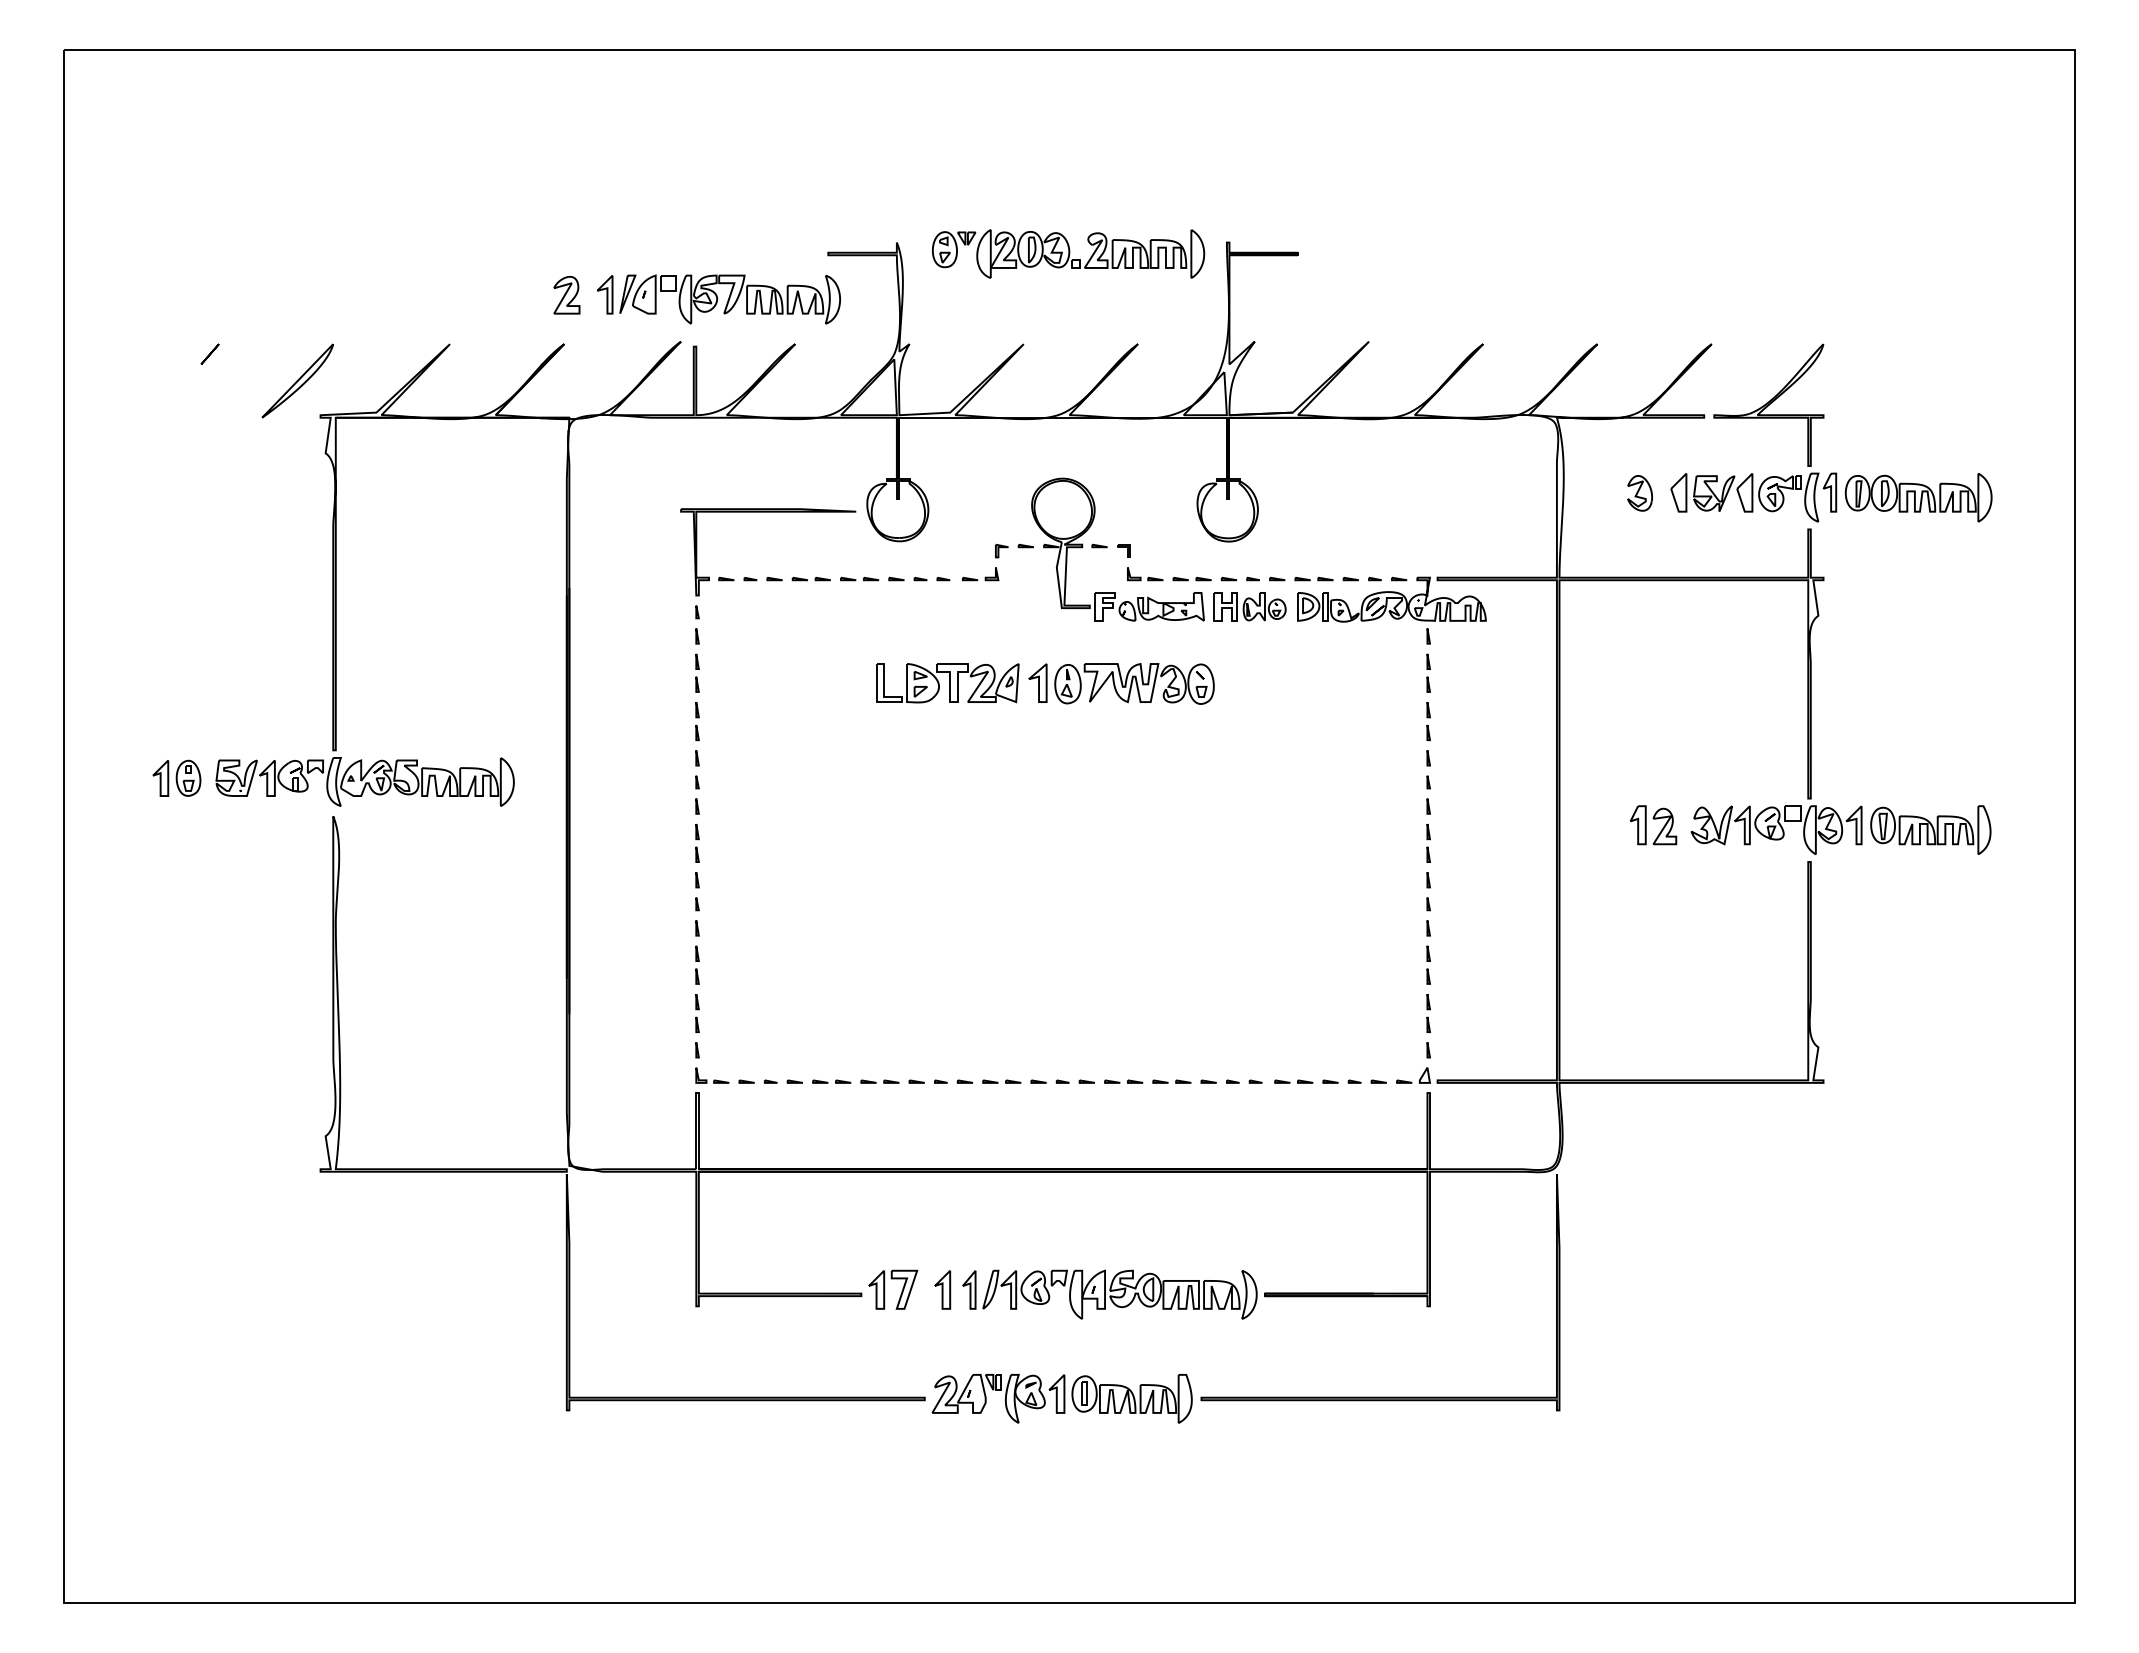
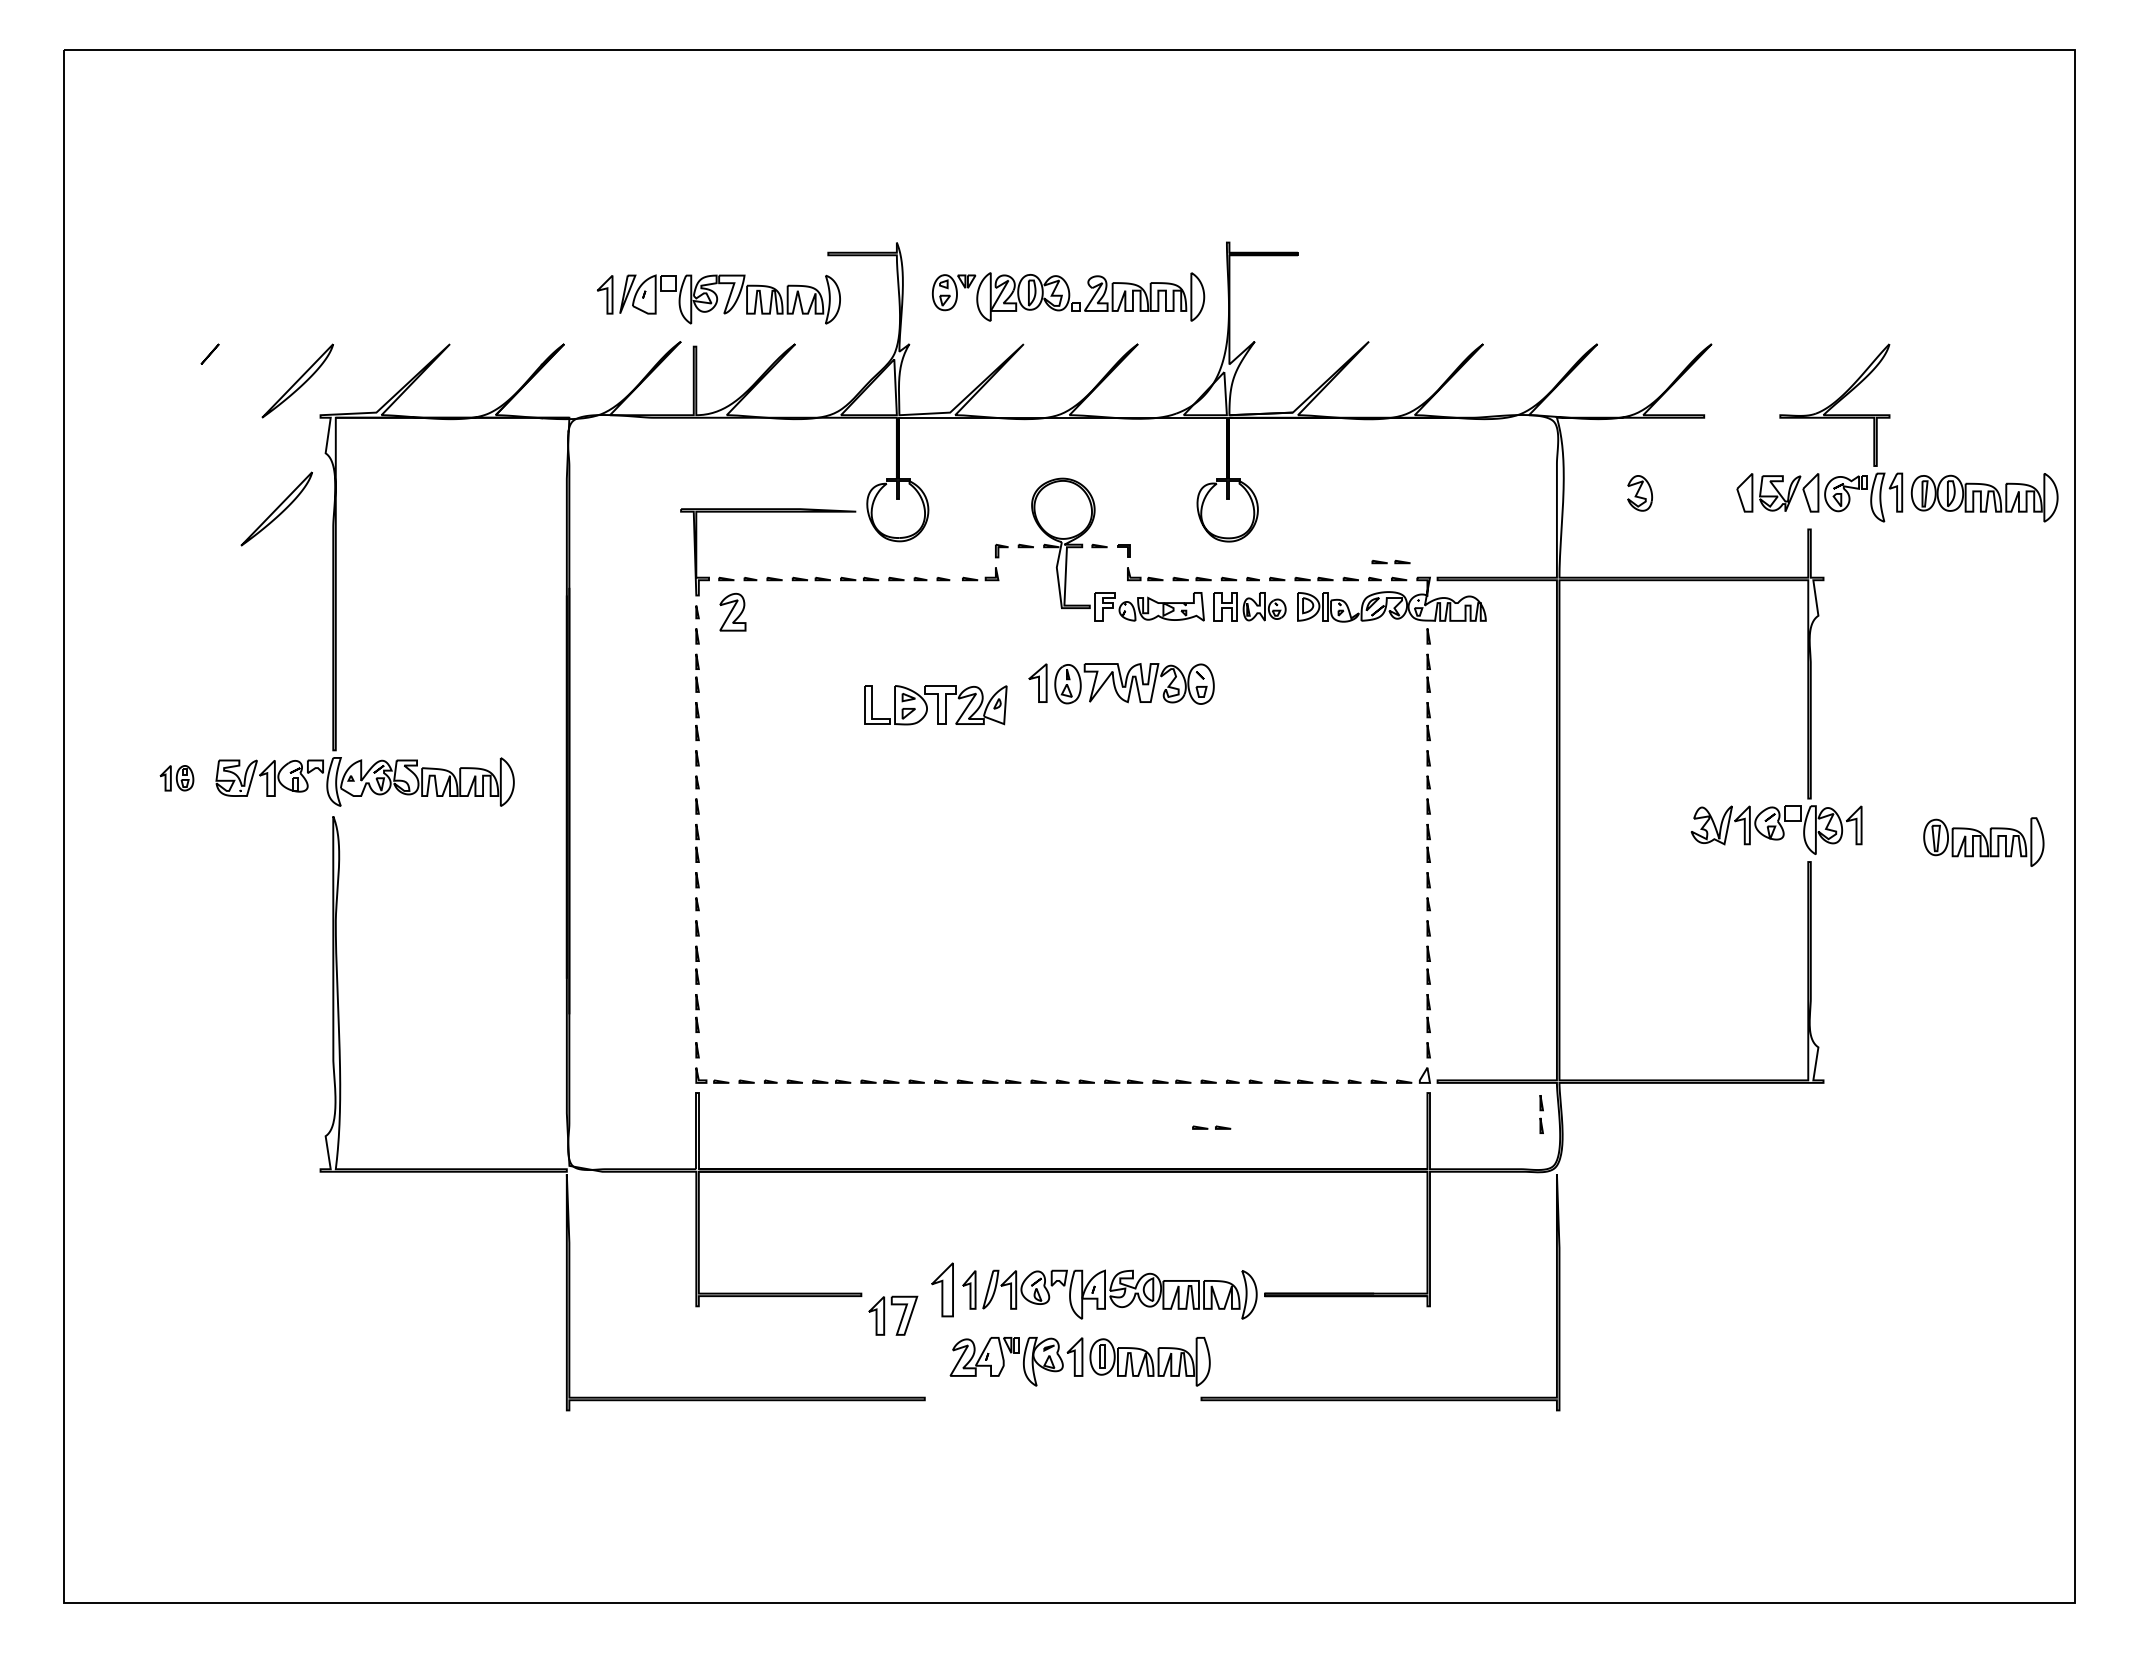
part at (1068, 253) position: (1068, 253) -> (1068, 296)
part at (566, 294) position: (566, 294) -> (732, 611)
part at (1824, 418) position: (1824, 418) -> (1890, 418)
part at (276, 508): none -> present
line at (1387, 562): none -> present
part at (947, 683) position: (947, 683) -> (935, 705)
part at (176, 777) size: 50x38 px -> 36x27 px
part at (1653, 825): present -> none
part at (1930, 829) position: (1930, 829) -> (1983, 841)
line at (1541, 1111): none -> present
part at (1211, 1127): none -> present
part at (885, 1289) position: (885, 1289) -> (885, 1315)
part at (942, 1289) size: 18x40 px -> 23x56 px
part at (1061, 1398) position: (1061, 1398) -> (1079, 1361)
